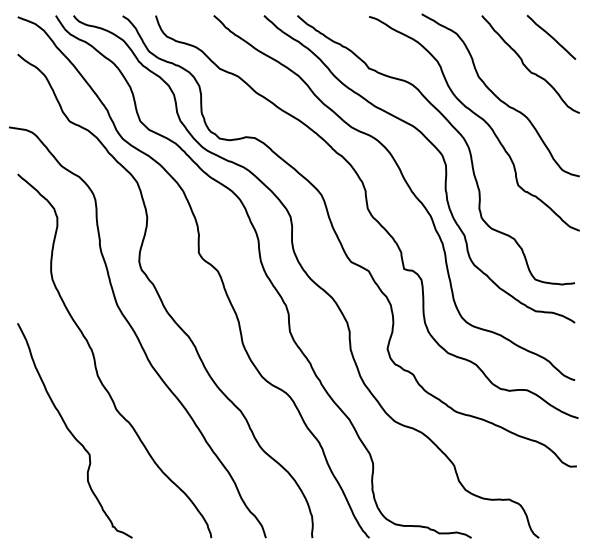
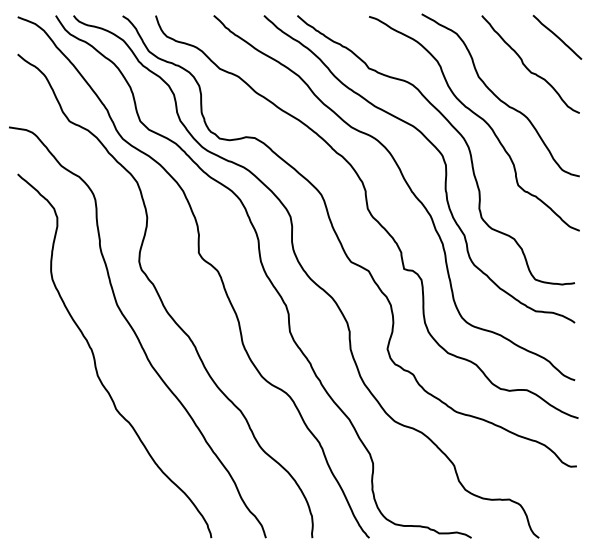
line at (551, 36) position: (551, 36) -> (557, 36)
curve at (71, 431): present -> none
